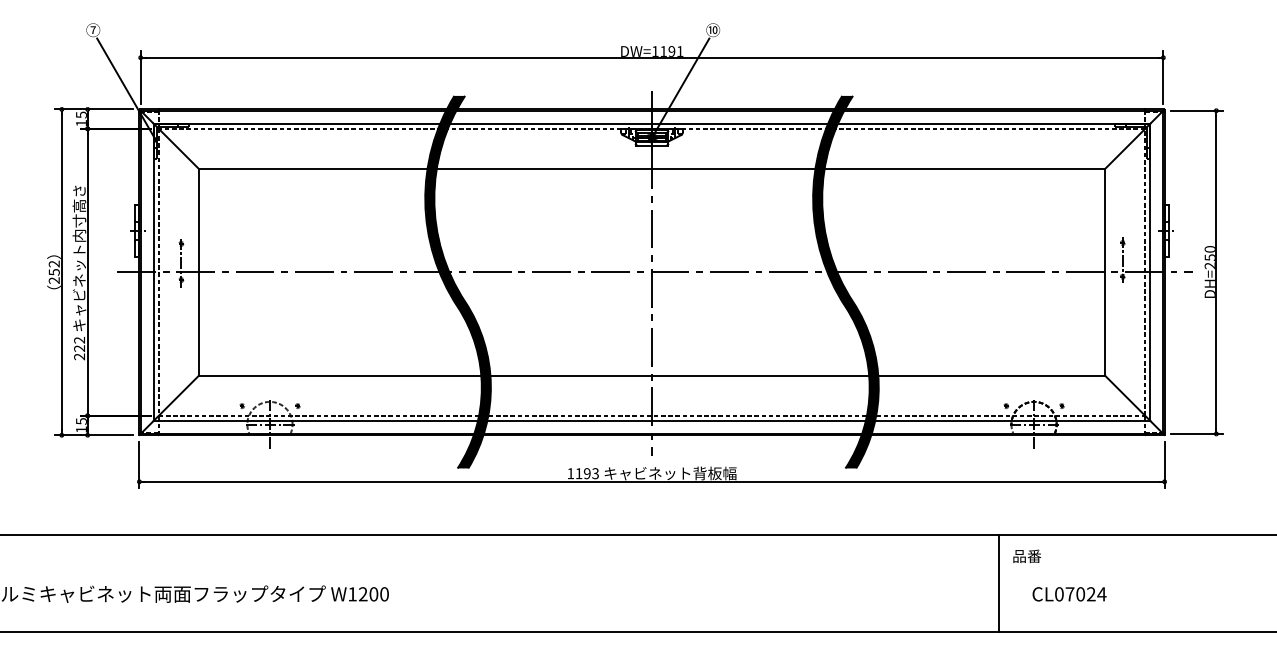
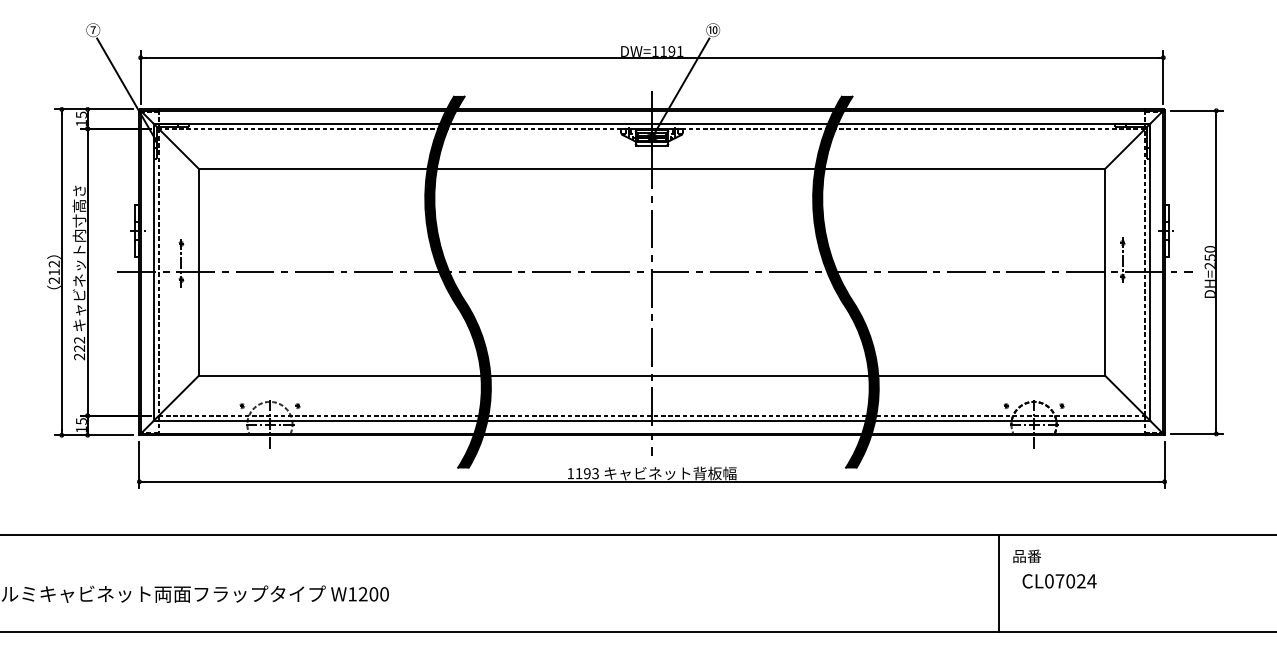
text at (53, 272): 252 -> 212
text at (1069, 594) position: (1069, 594) -> (1059, 581)
